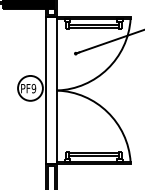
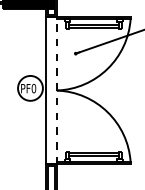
text at (33, 88): PF9 -> PF0
line at (56, 90): solid -> dashed
